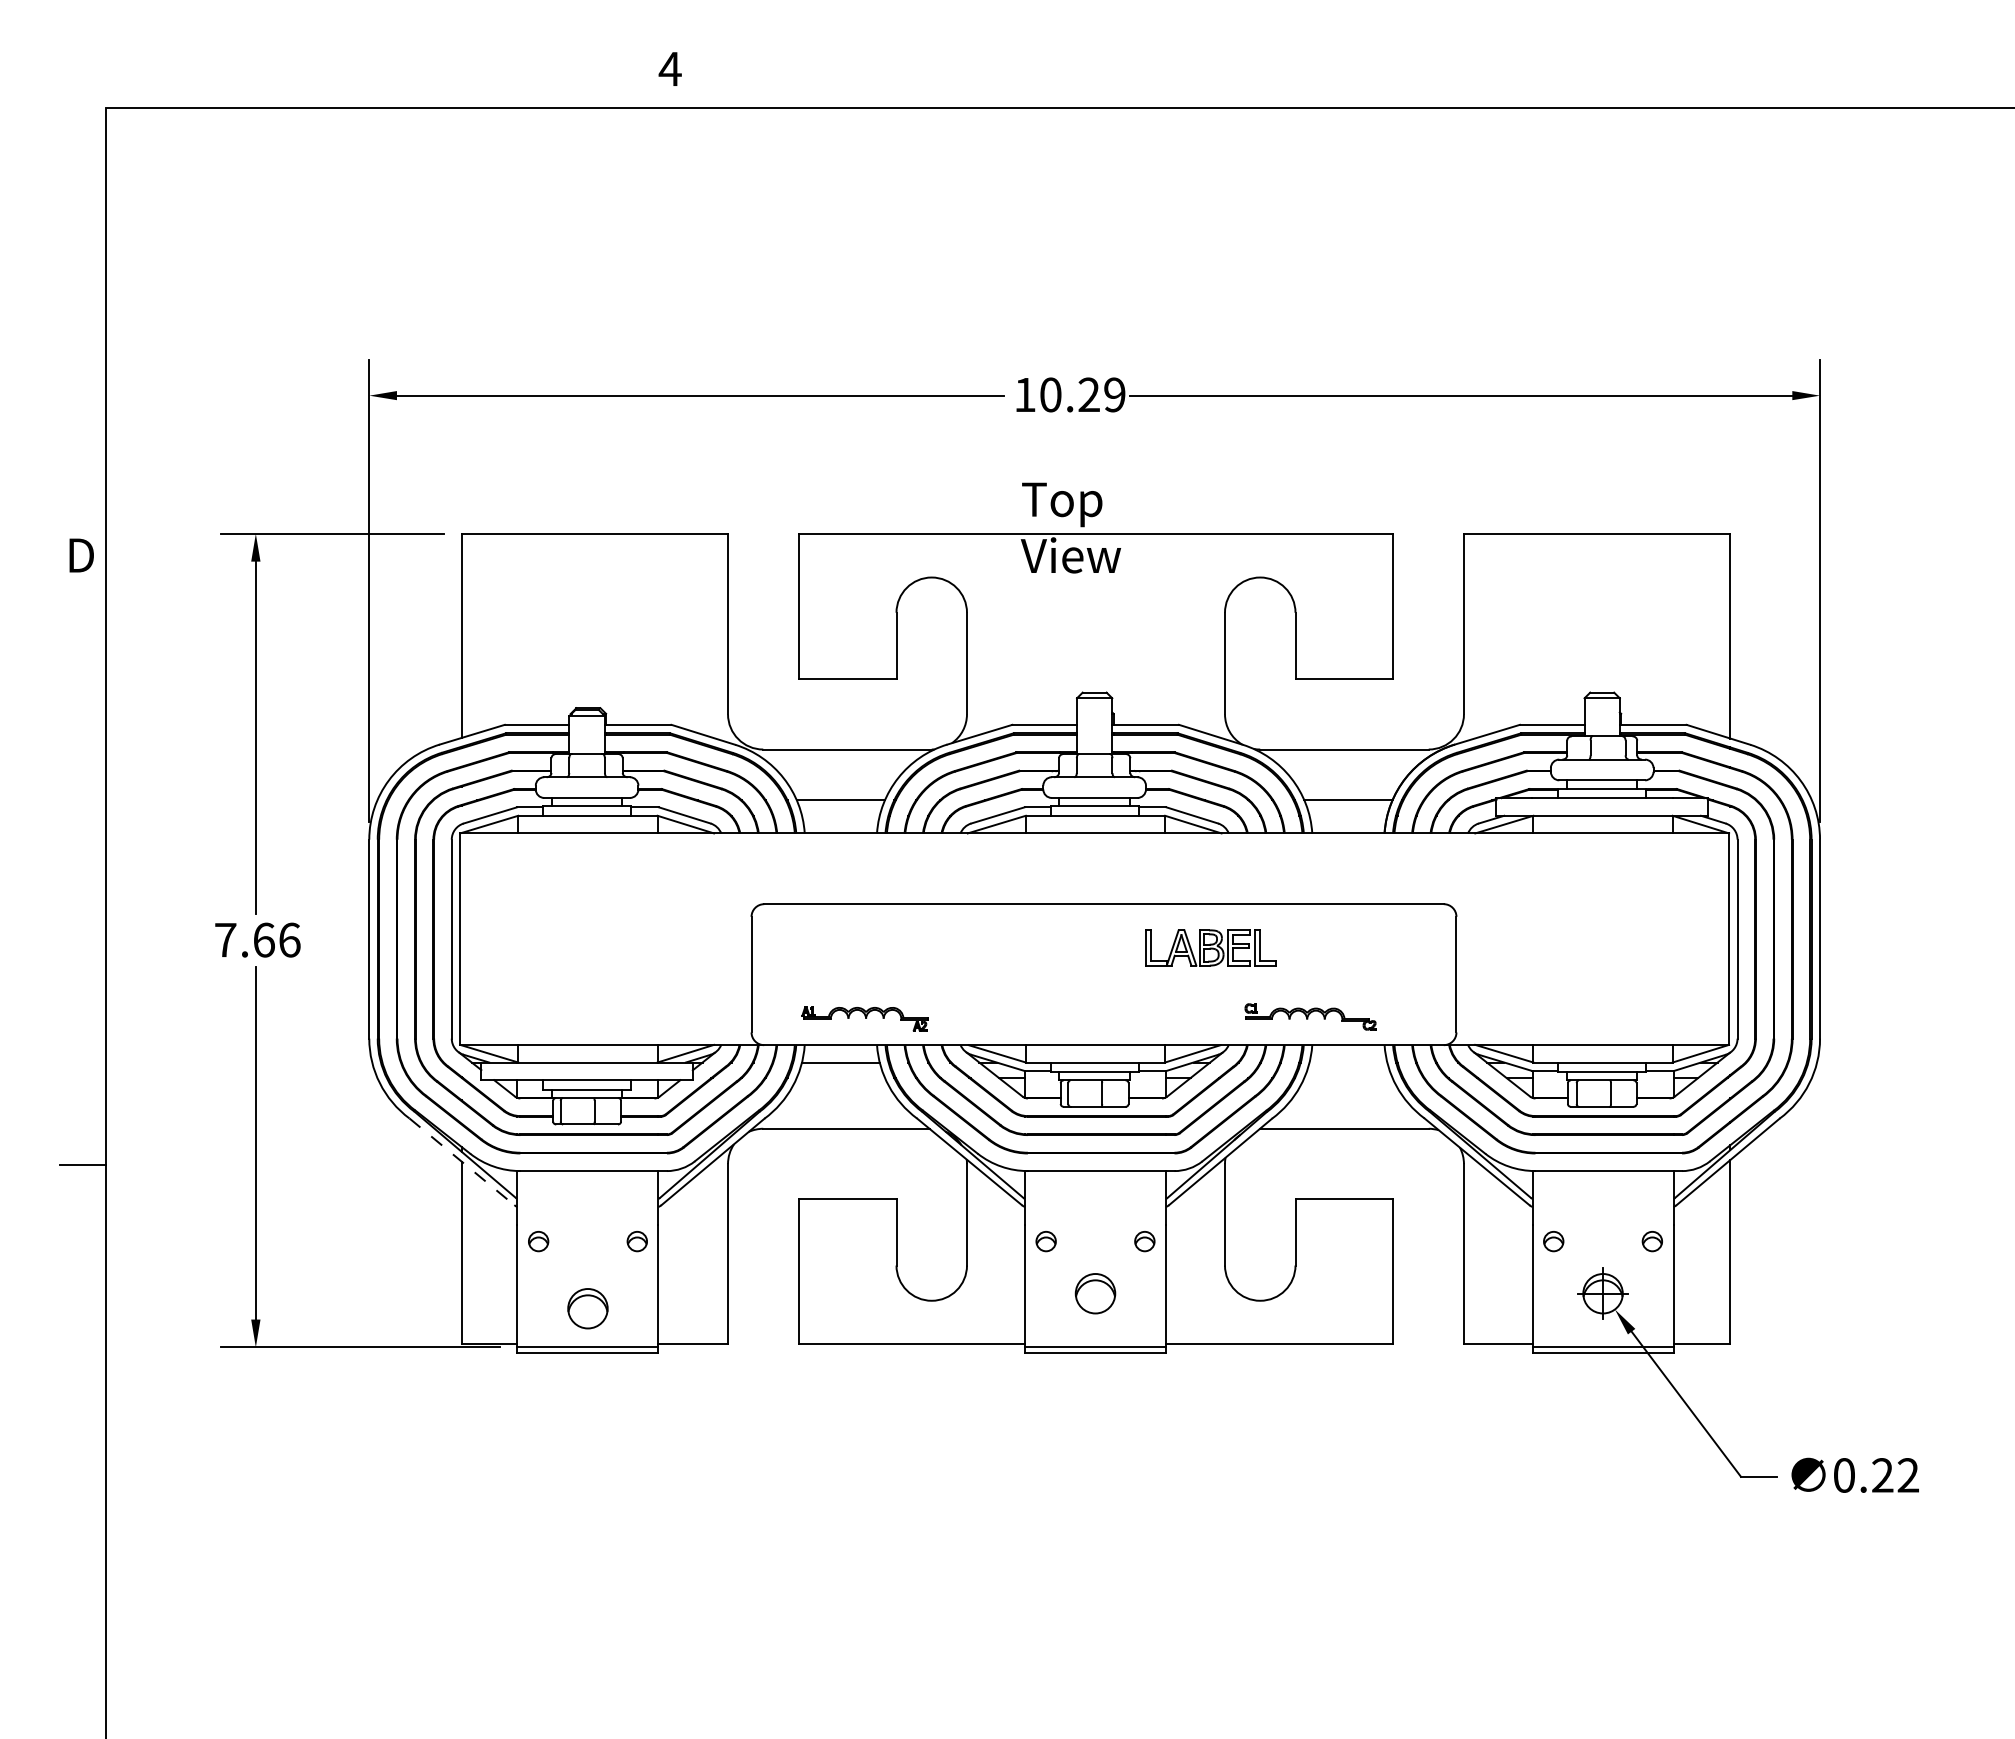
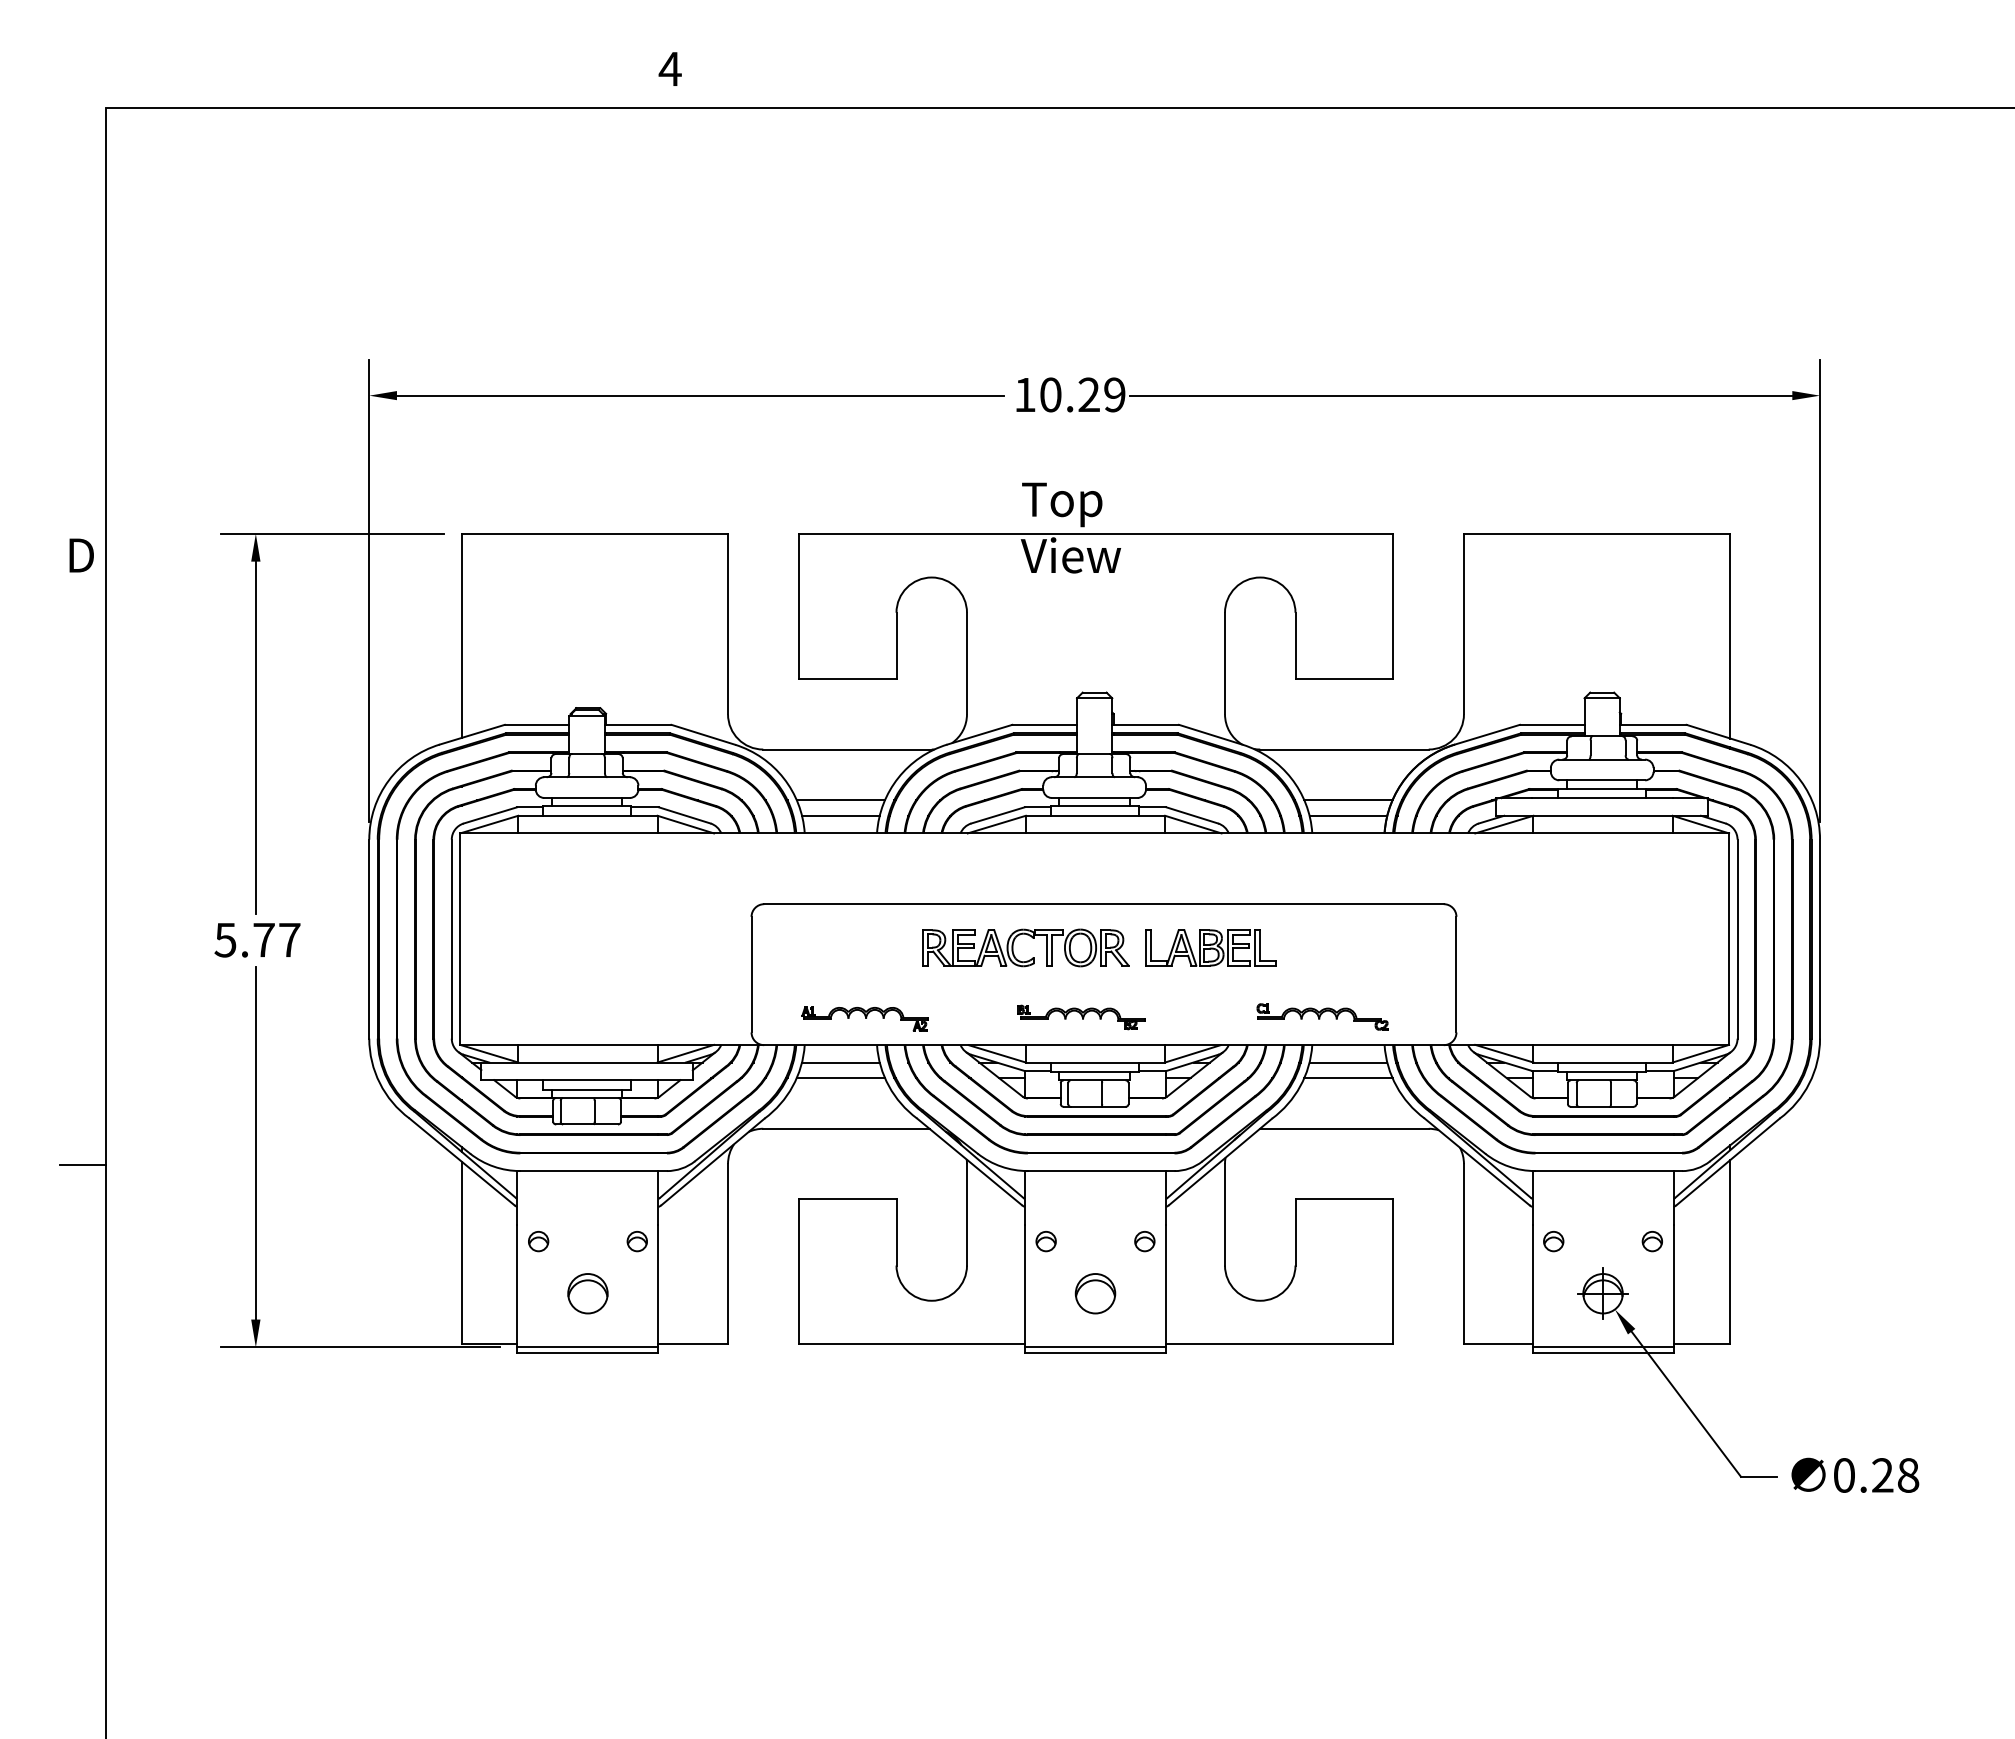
line at (840, 815): none -> present
line at (1348, 815): none -> present
part at (1032, 938): none -> present
text at (257, 939): 7.66 -> 5.77
part at (1310, 1016) position: (1310, 1016) -> (1322, 1016)
part at (1081, 1017): none -> present
line at (1348, 1062): none -> present
line at (840, 1078): none -> present
line at (1348, 1078): none -> present
line at (462, 1162): dashed -> solid
part at (587, 1308) position: (587, 1308) -> (587, 1293)
text at (1908, 1475): 0.22 -> 0.28
